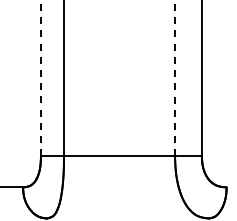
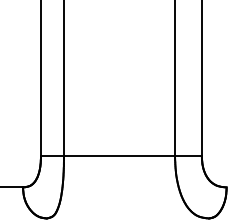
line at (40, 78): dashed -> solid
line at (175, 78): dashed -> solid
